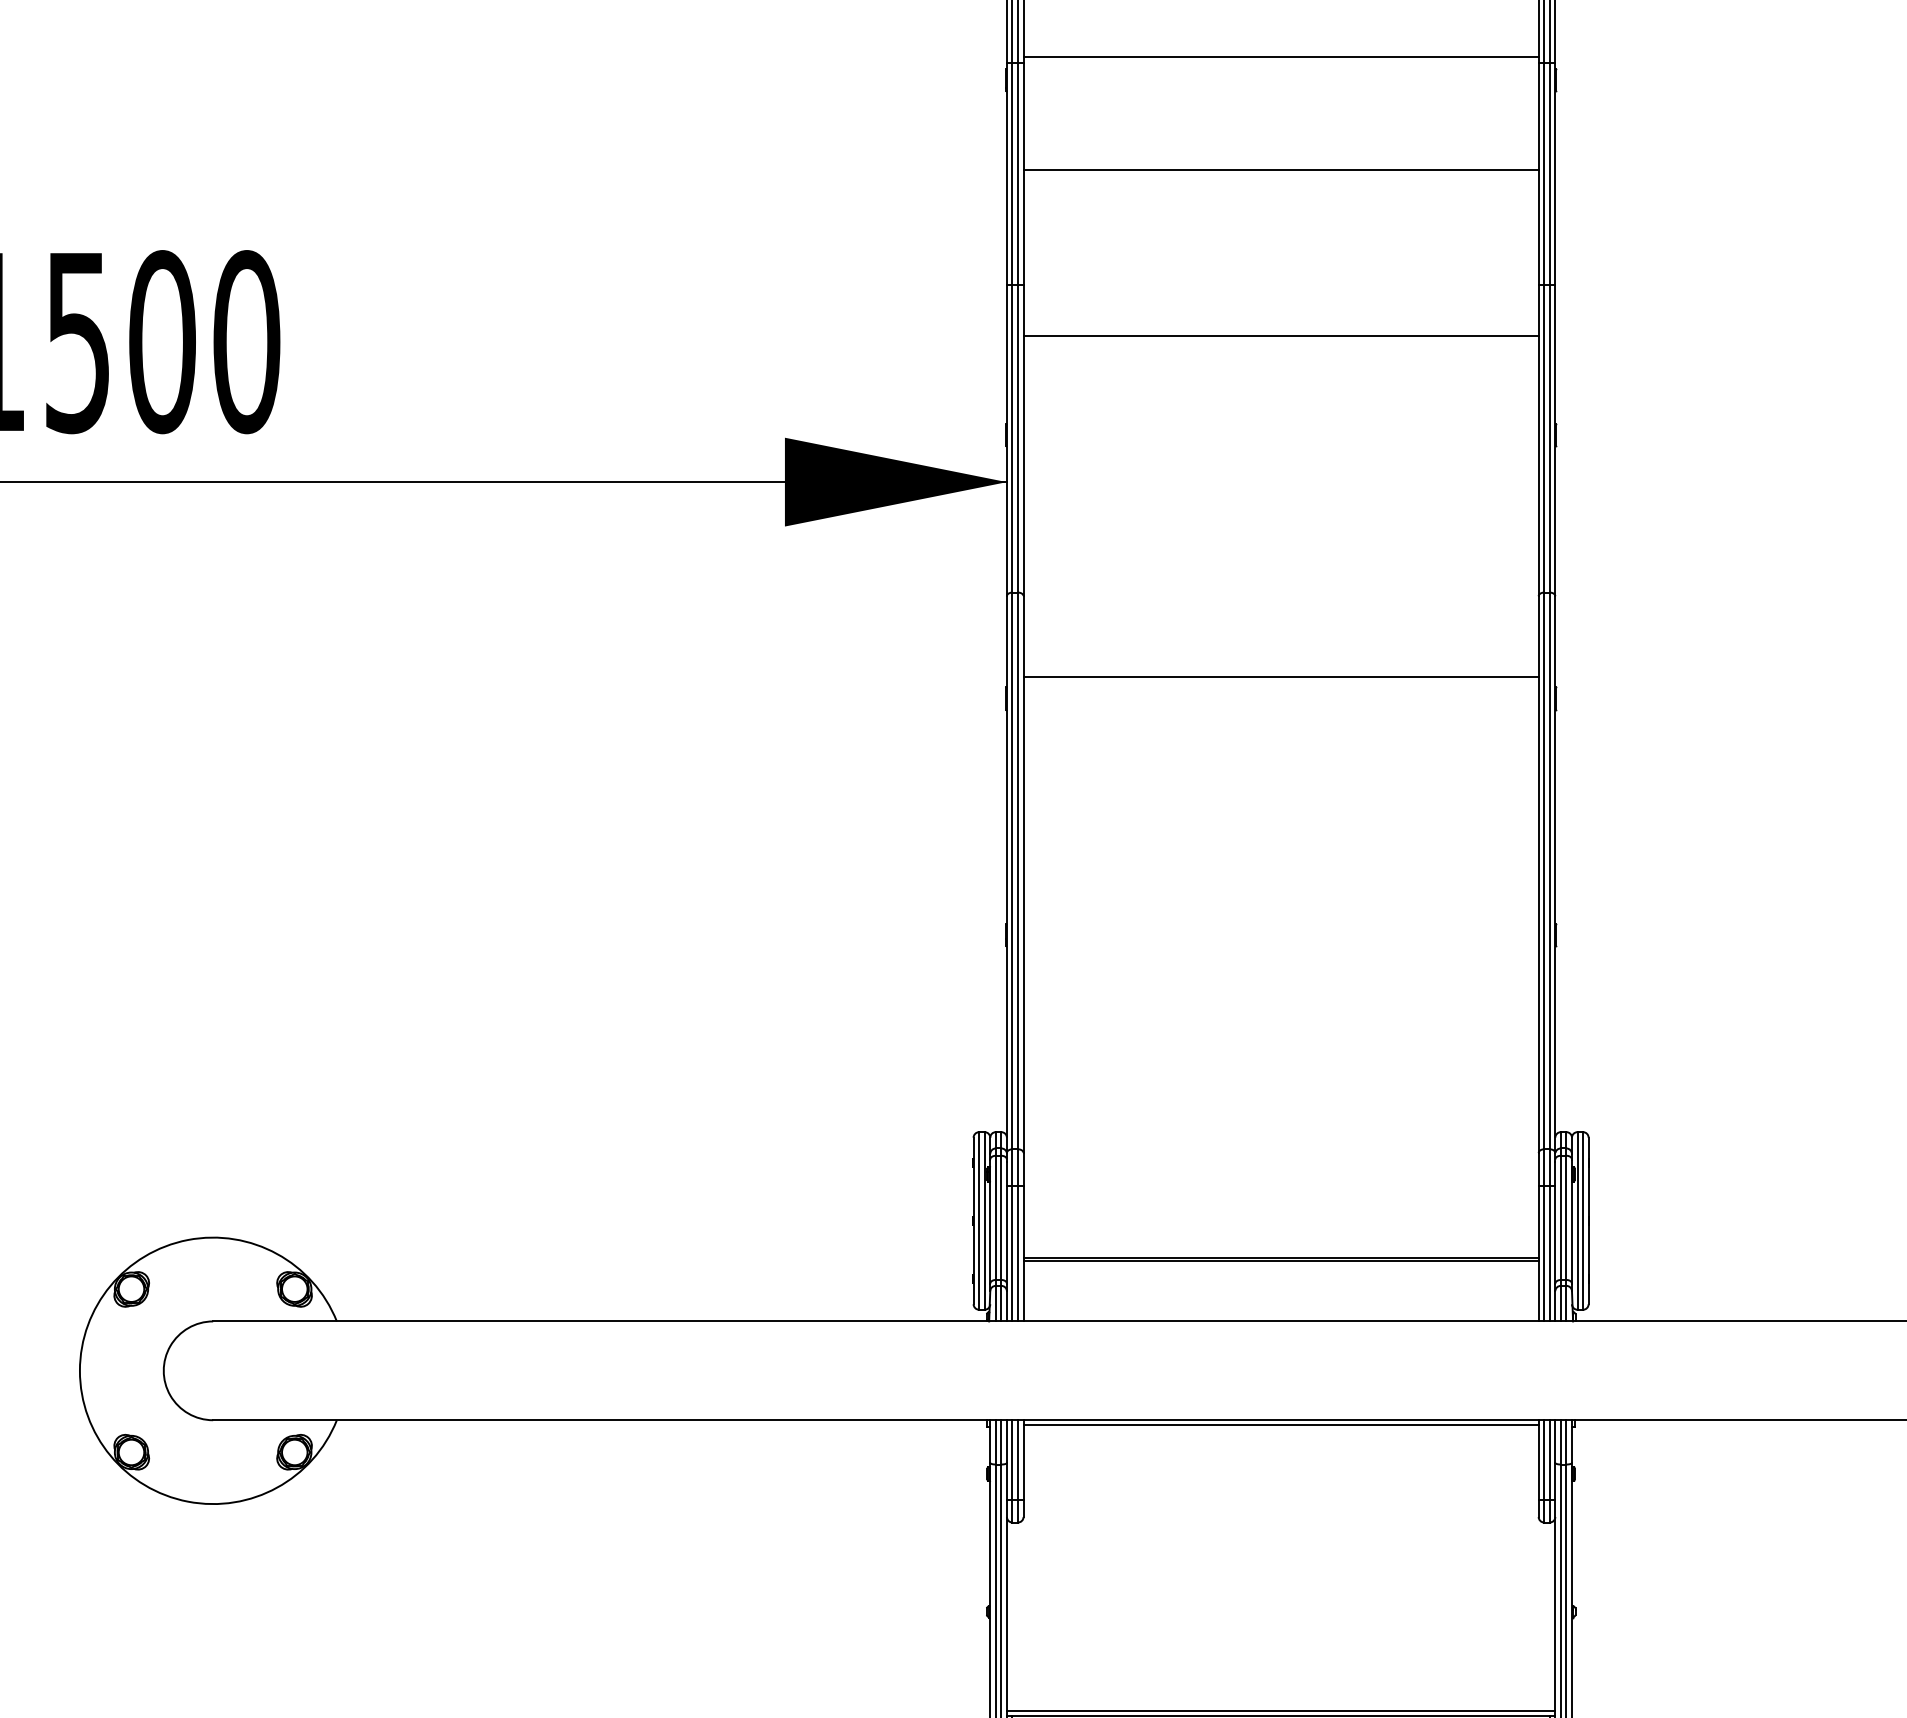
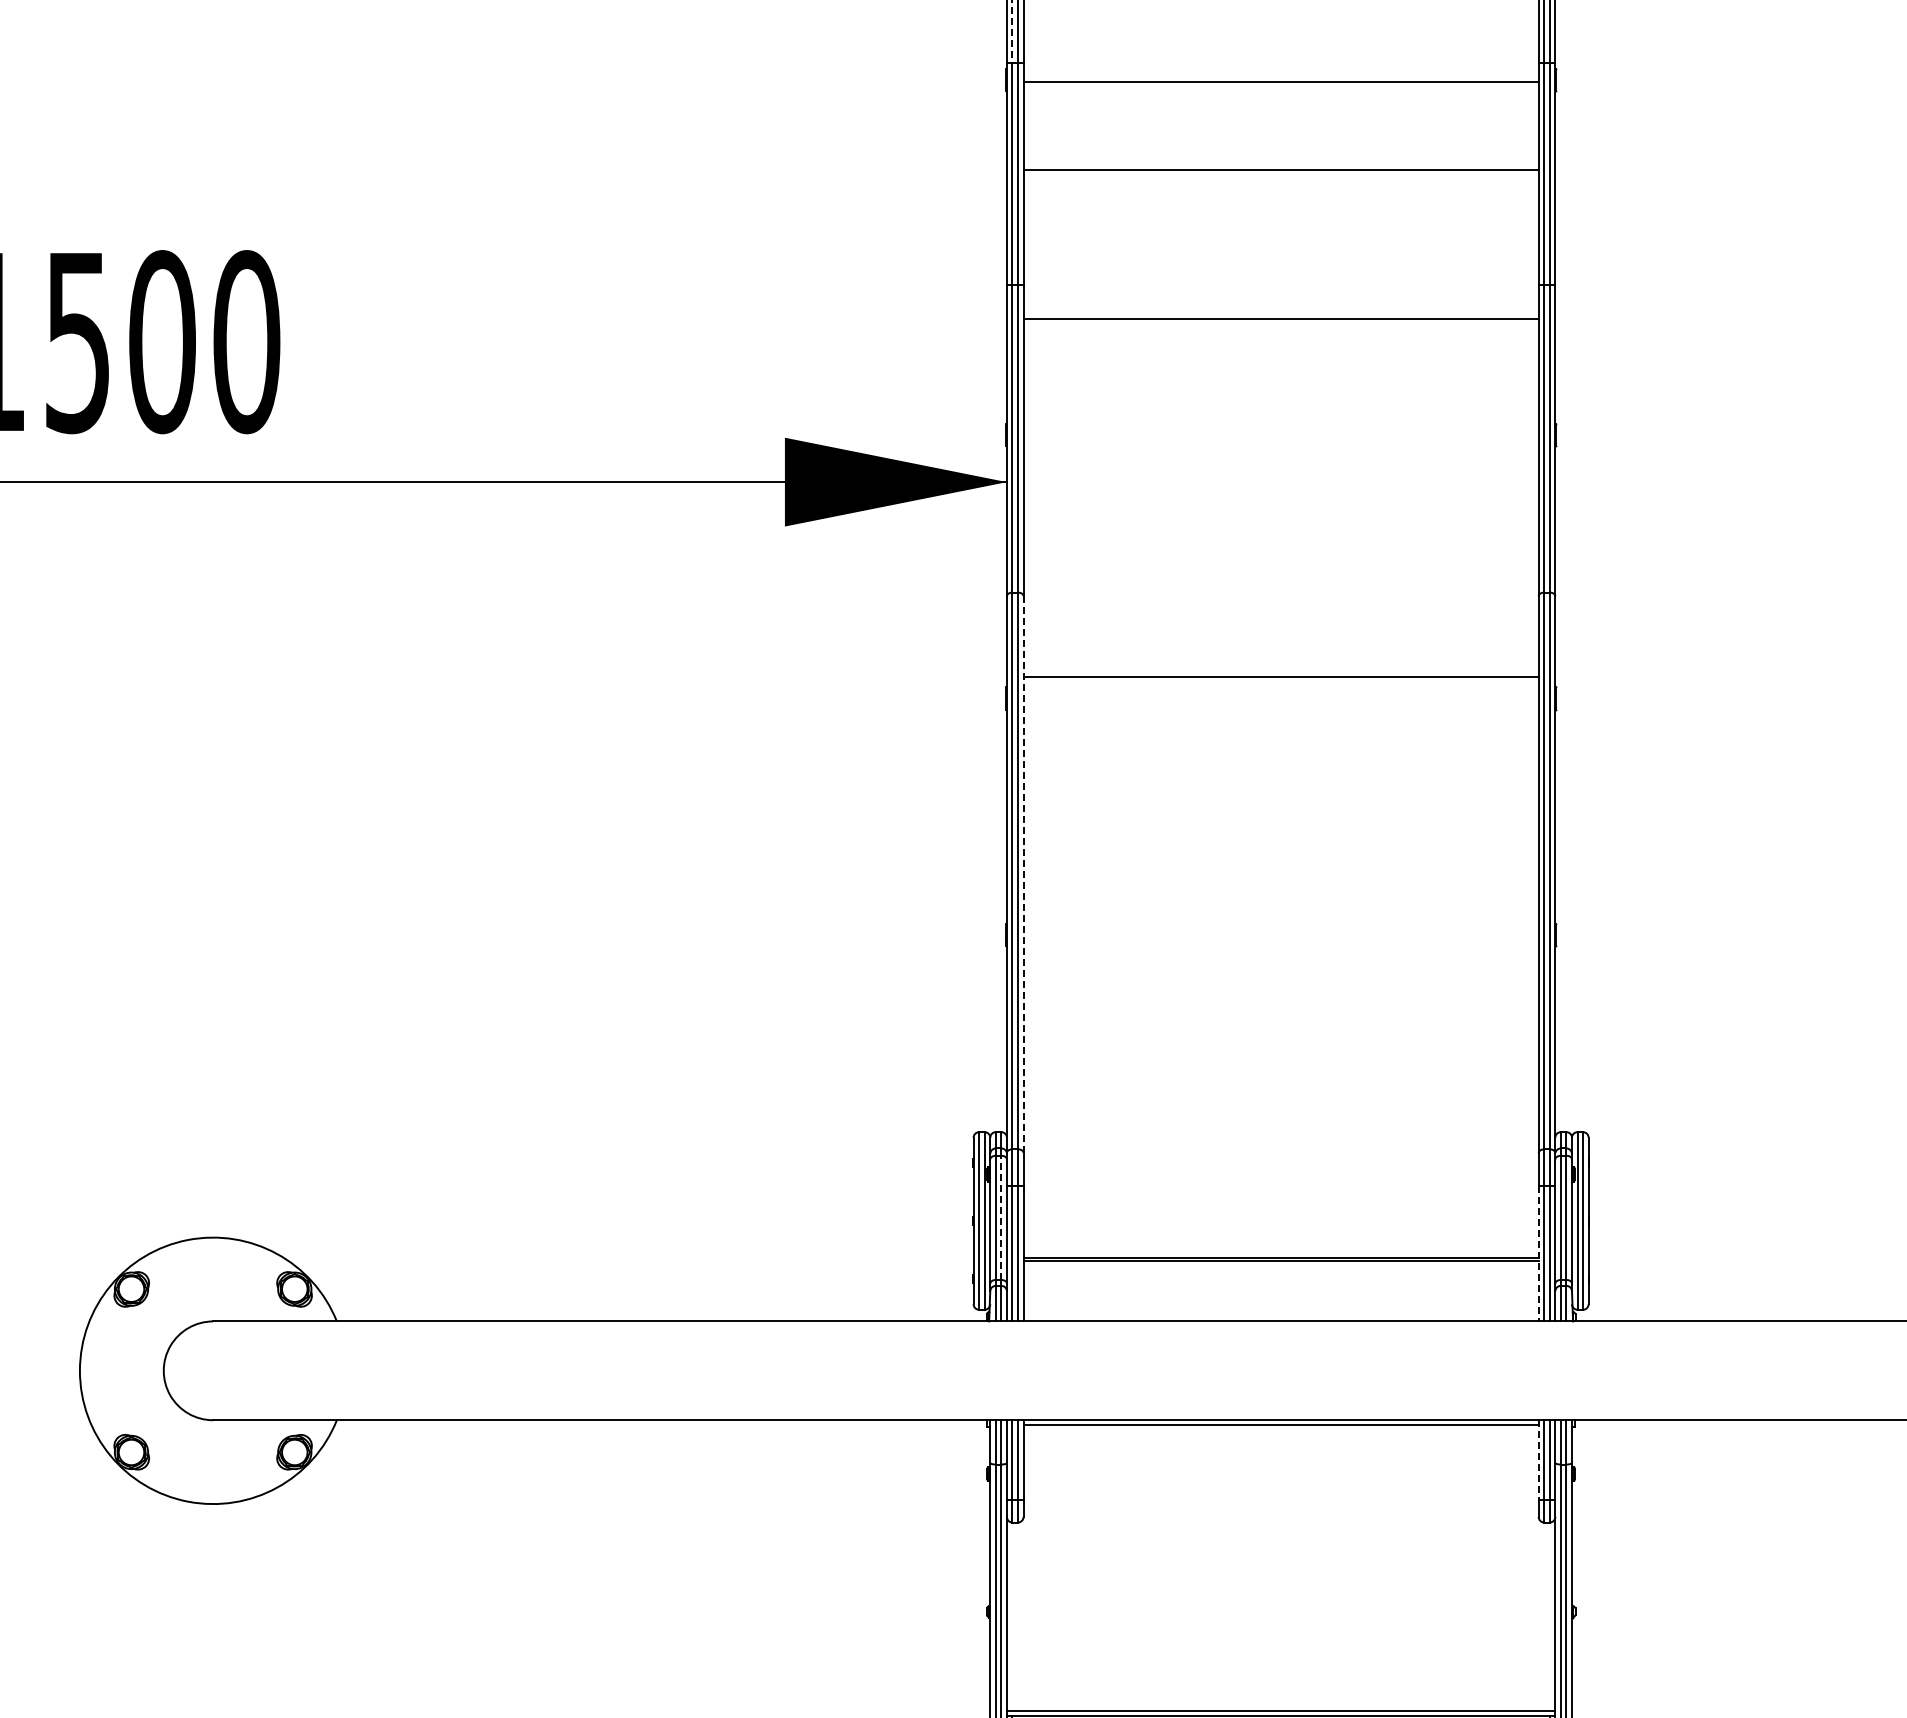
line at (1012, 32): solid -> dashed
line at (1280, 57) position: (1280, 57) -> (1280, 82)
line at (1280, 336) position: (1280, 336) -> (1280, 319)
line at (1023, 875): solid -> dashed
line at (1001, 1217): solid -> dashed
line at (1538, 1253): solid -> dashed
line at (1538, 1460): solid -> dashed
